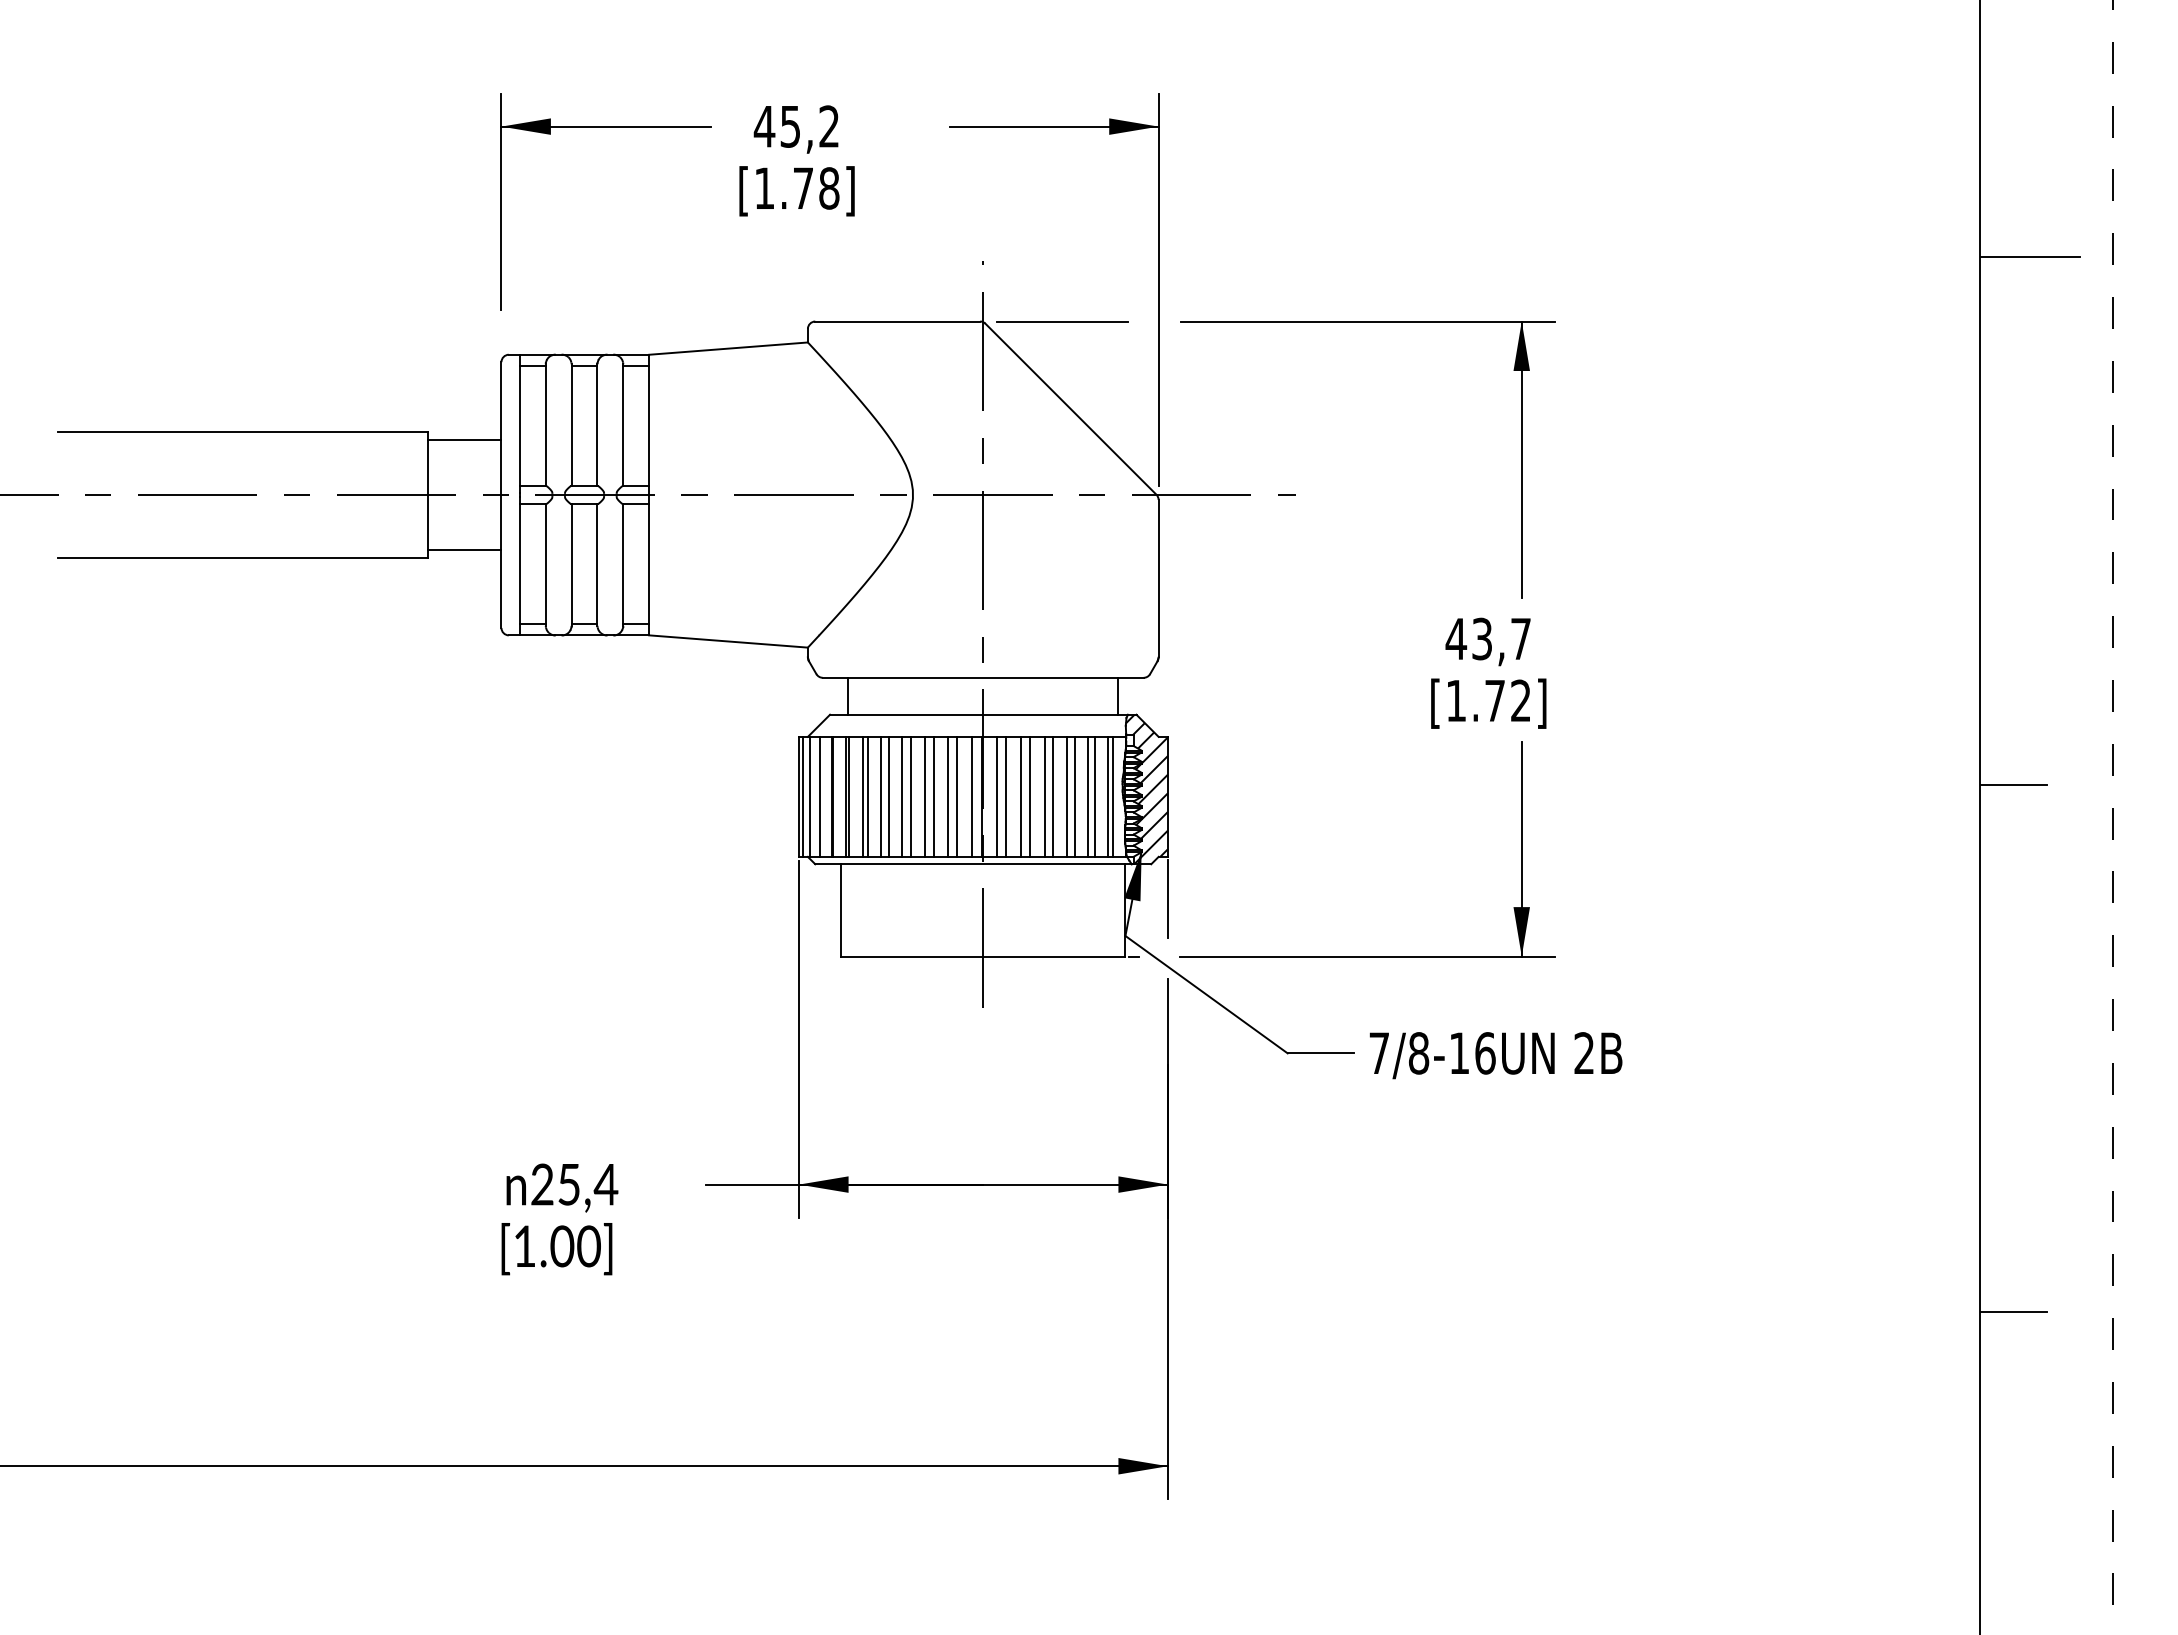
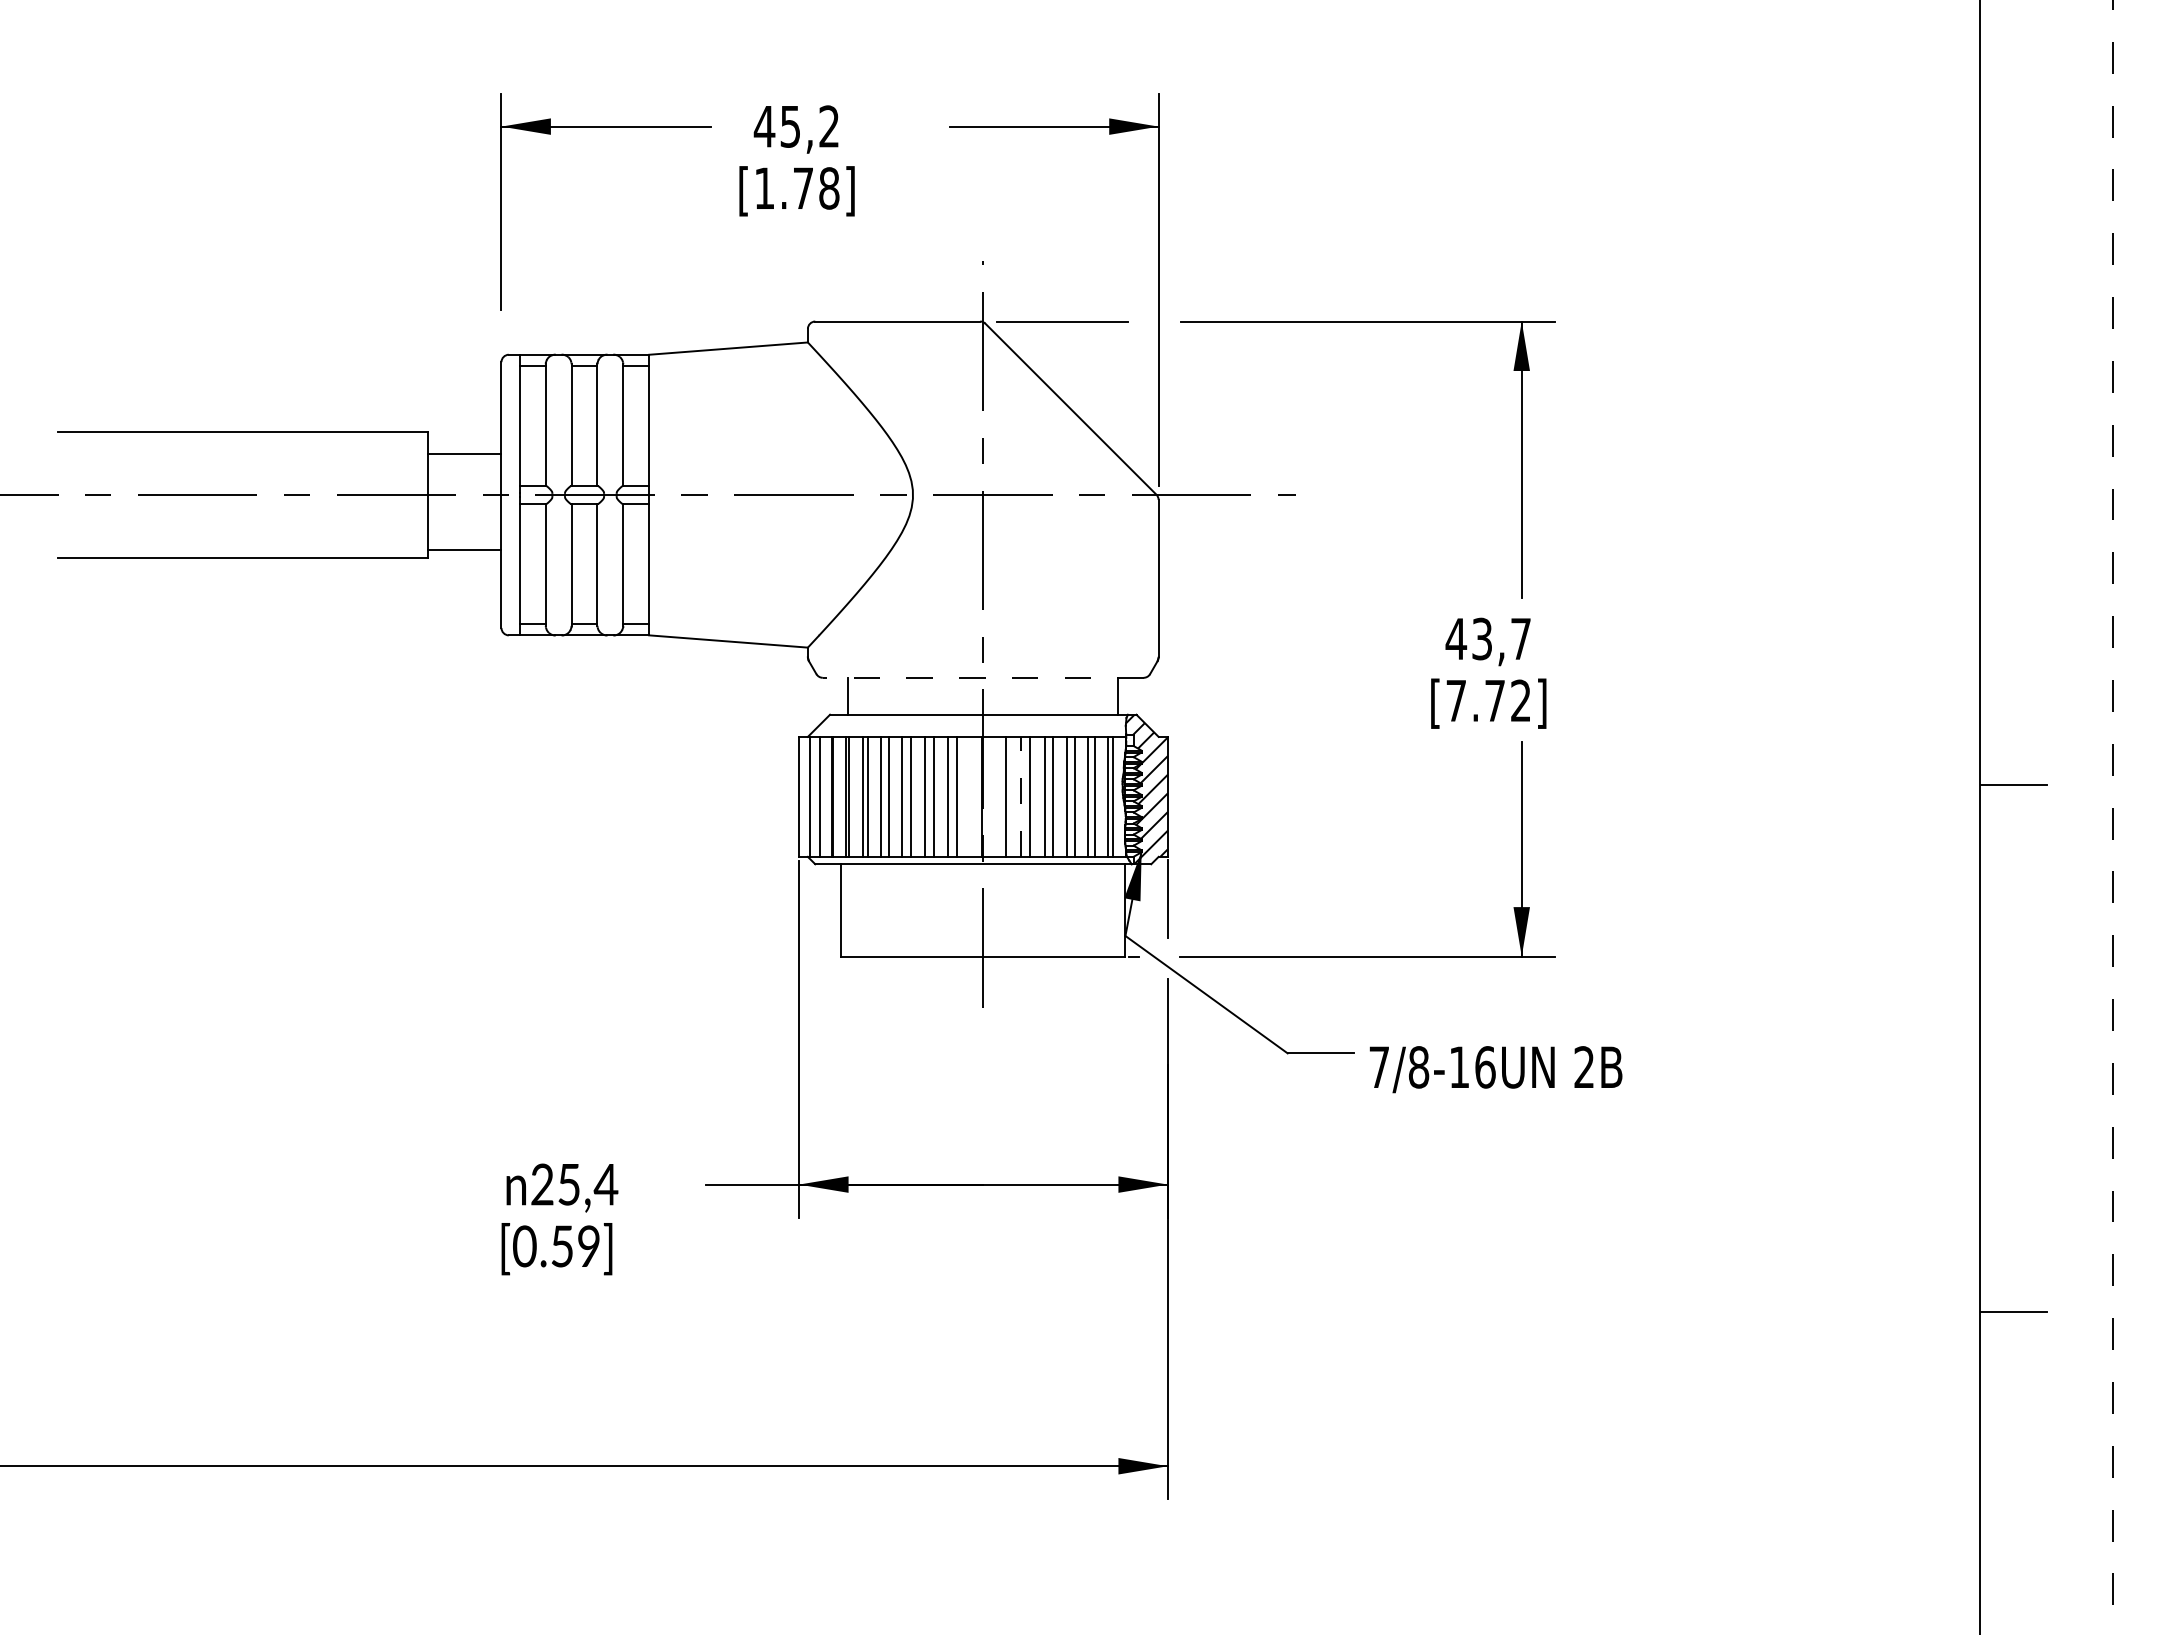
line at (2029, 257): present -> none
line at (464, 439) position: (464, 439) -> (464, 453)
line at (982, 677): solid -> dashed
text at (1455, 700): [1.72] -> [7.72]
line at (802, 796): present -> none
line at (972, 796): present -> none
line at (996, 796): present -> none
line at (1021, 796): solid -> dashed
text at (1495, 1055) position: (1495, 1055) -> (1495, 1069)
text at (556, 1246): [1.00] -> [0.59]
